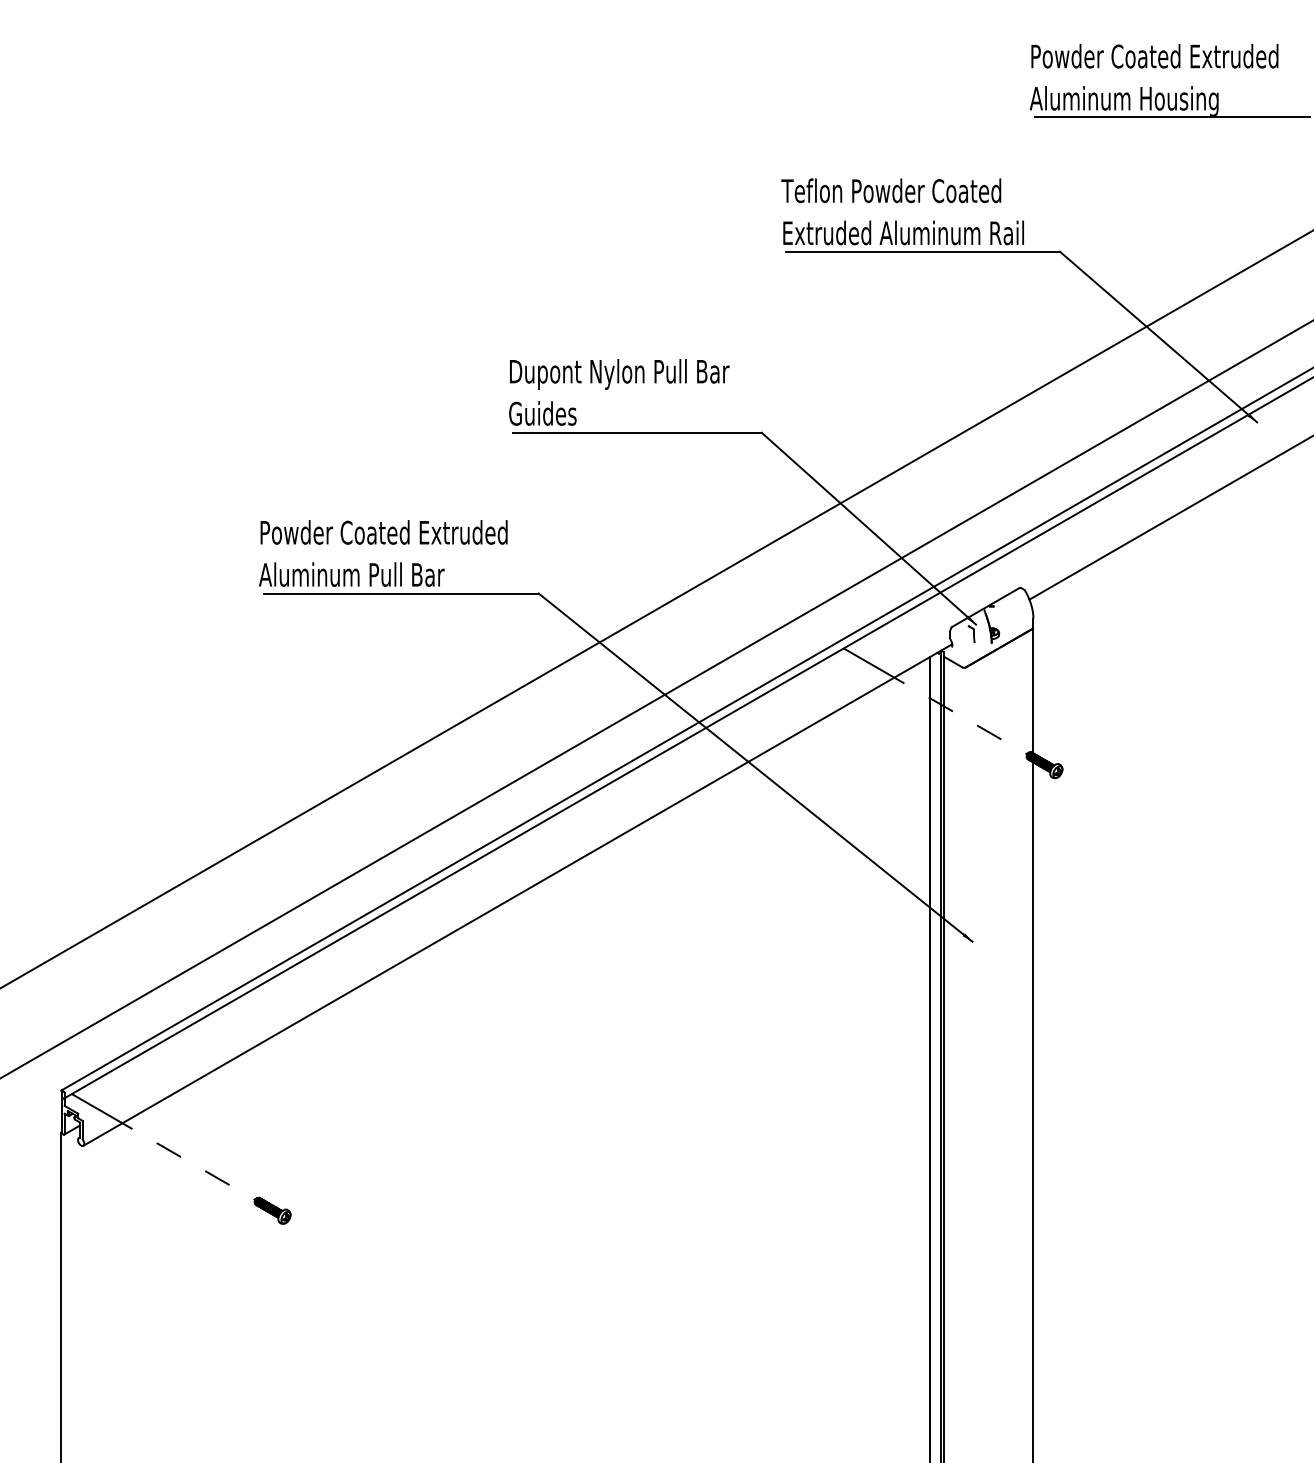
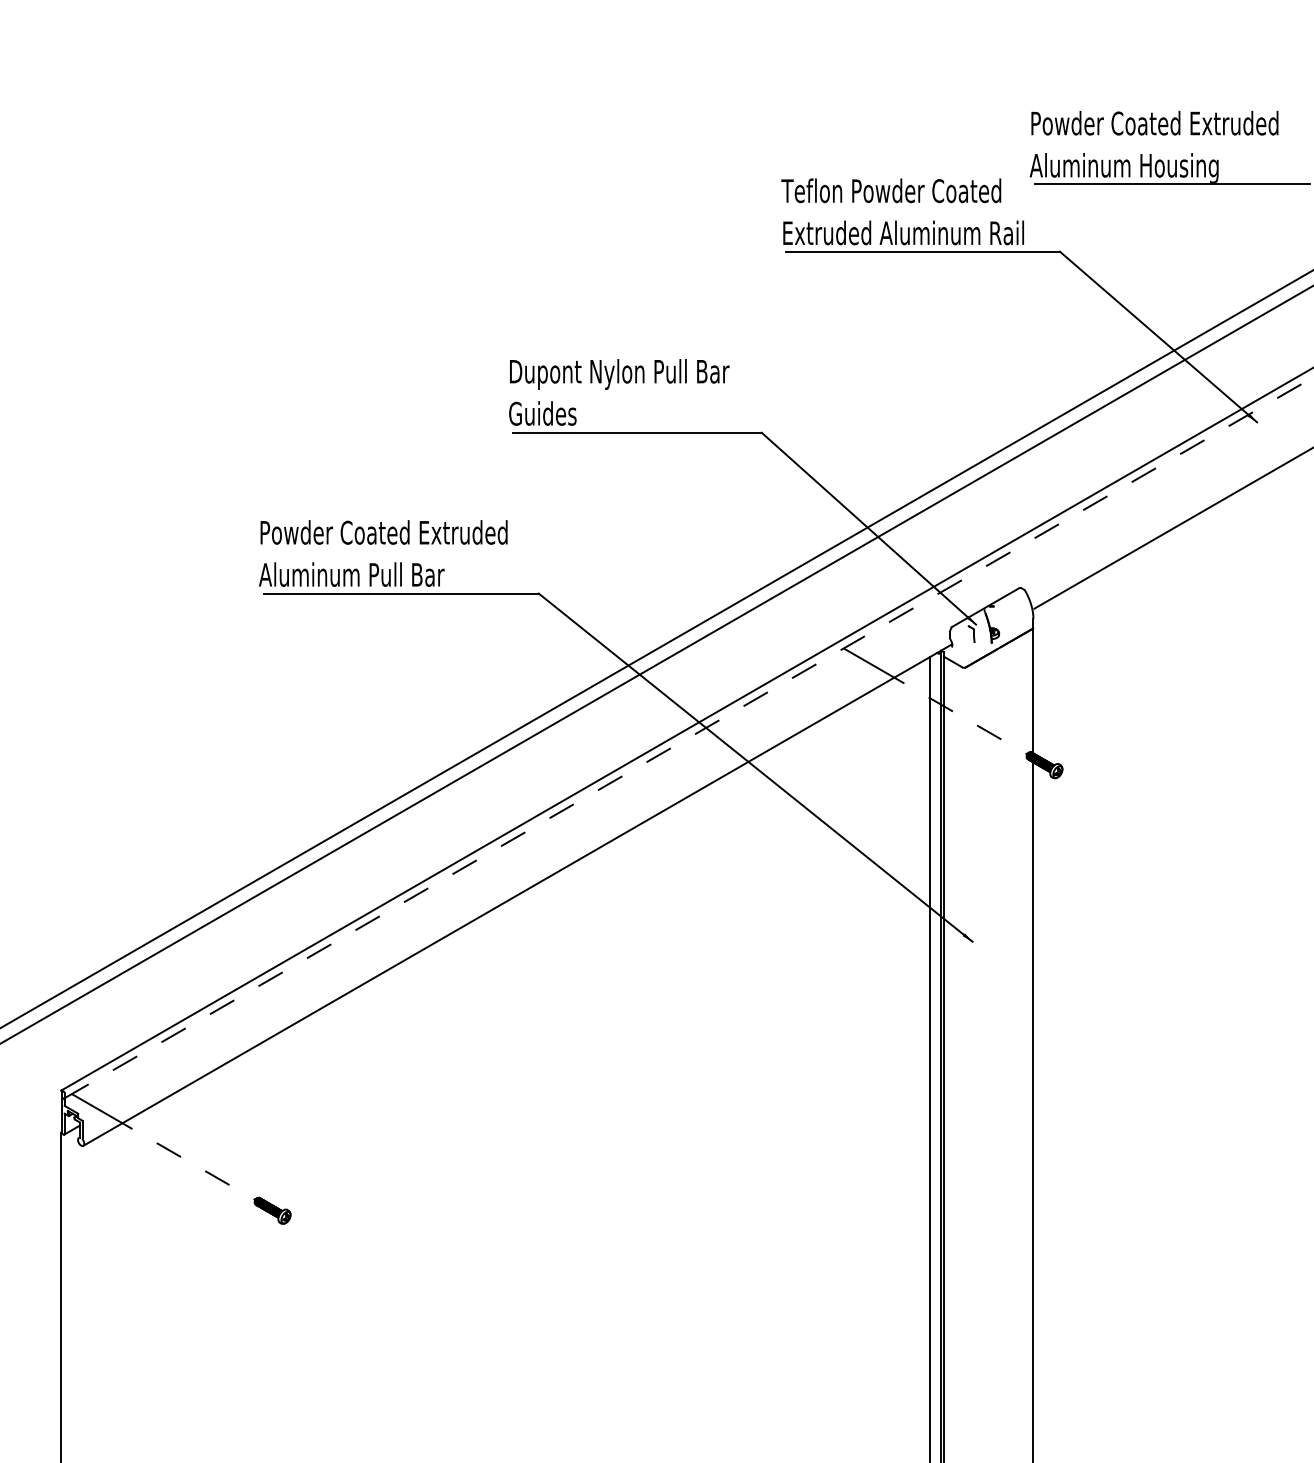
part at (1168, 92) position: (1168, 92) -> (1168, 159)
line at (1169, 518) position: (1169, 518) -> (1172, 528)
line at (656, 609) position: (656, 609) -> (656, 649)
line at (656, 699) position: (656, 699) -> (656, 664)
line at (689, 737): solid -> dashed
